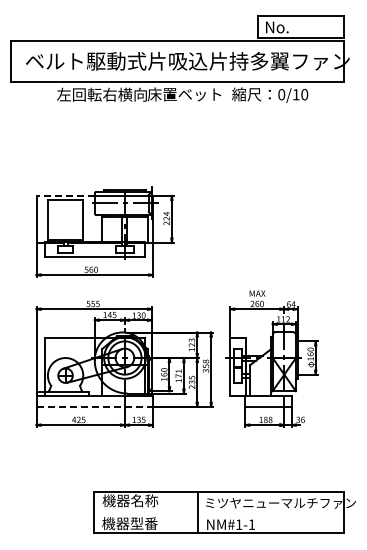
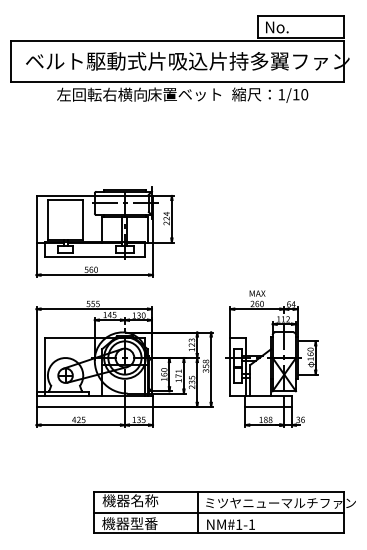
text at (281, 94): 0/10 -> 1/10
line at (65, 195): dashed -> solid
line at (95, 406): dashed -> solid
line at (218, 512): none -> present
